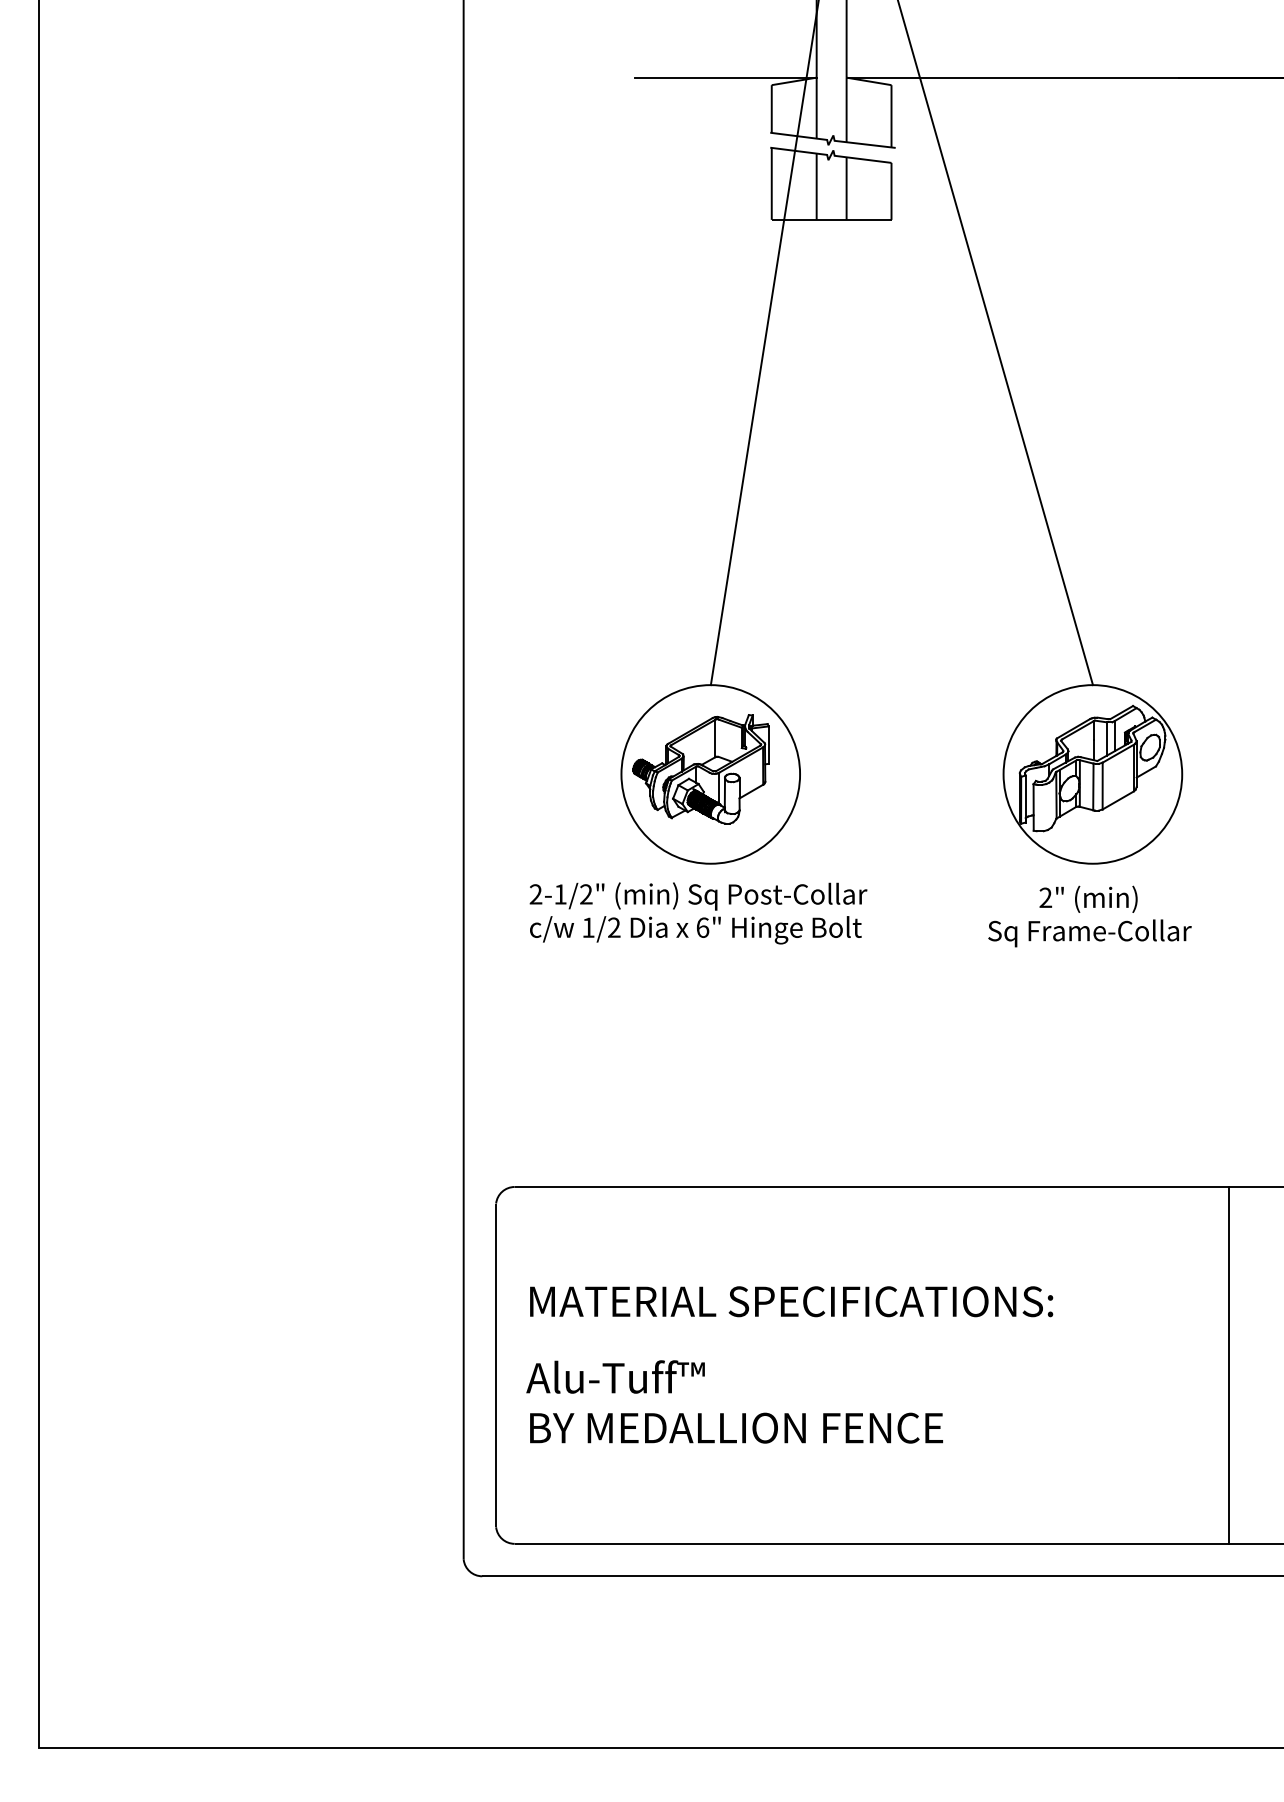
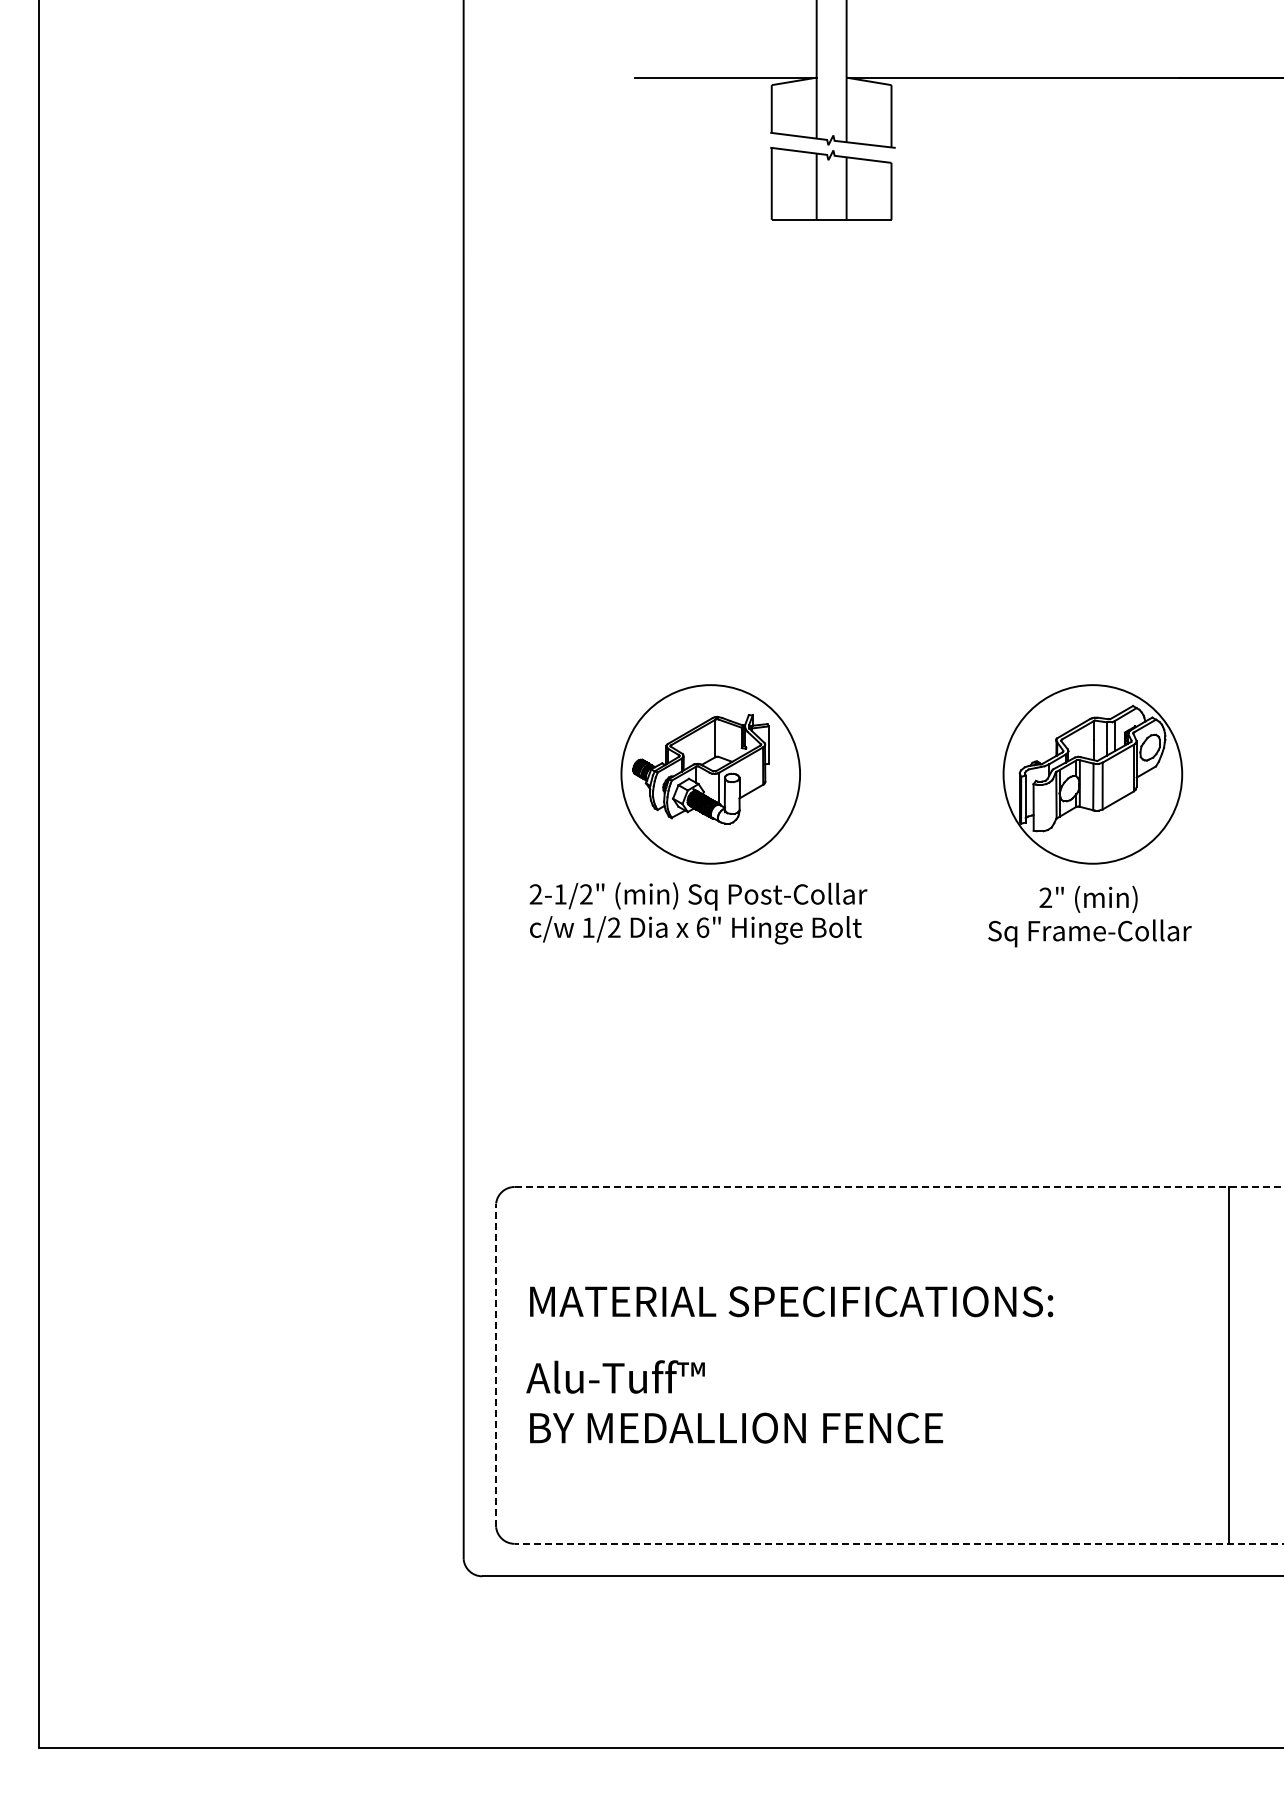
line at (764, 343): present -> none
line at (995, 343): present -> none
line at (899, 1186): solid -> dashed
line at (496, 1365): solid -> dashed
line at (898, 1543): solid -> dashed
